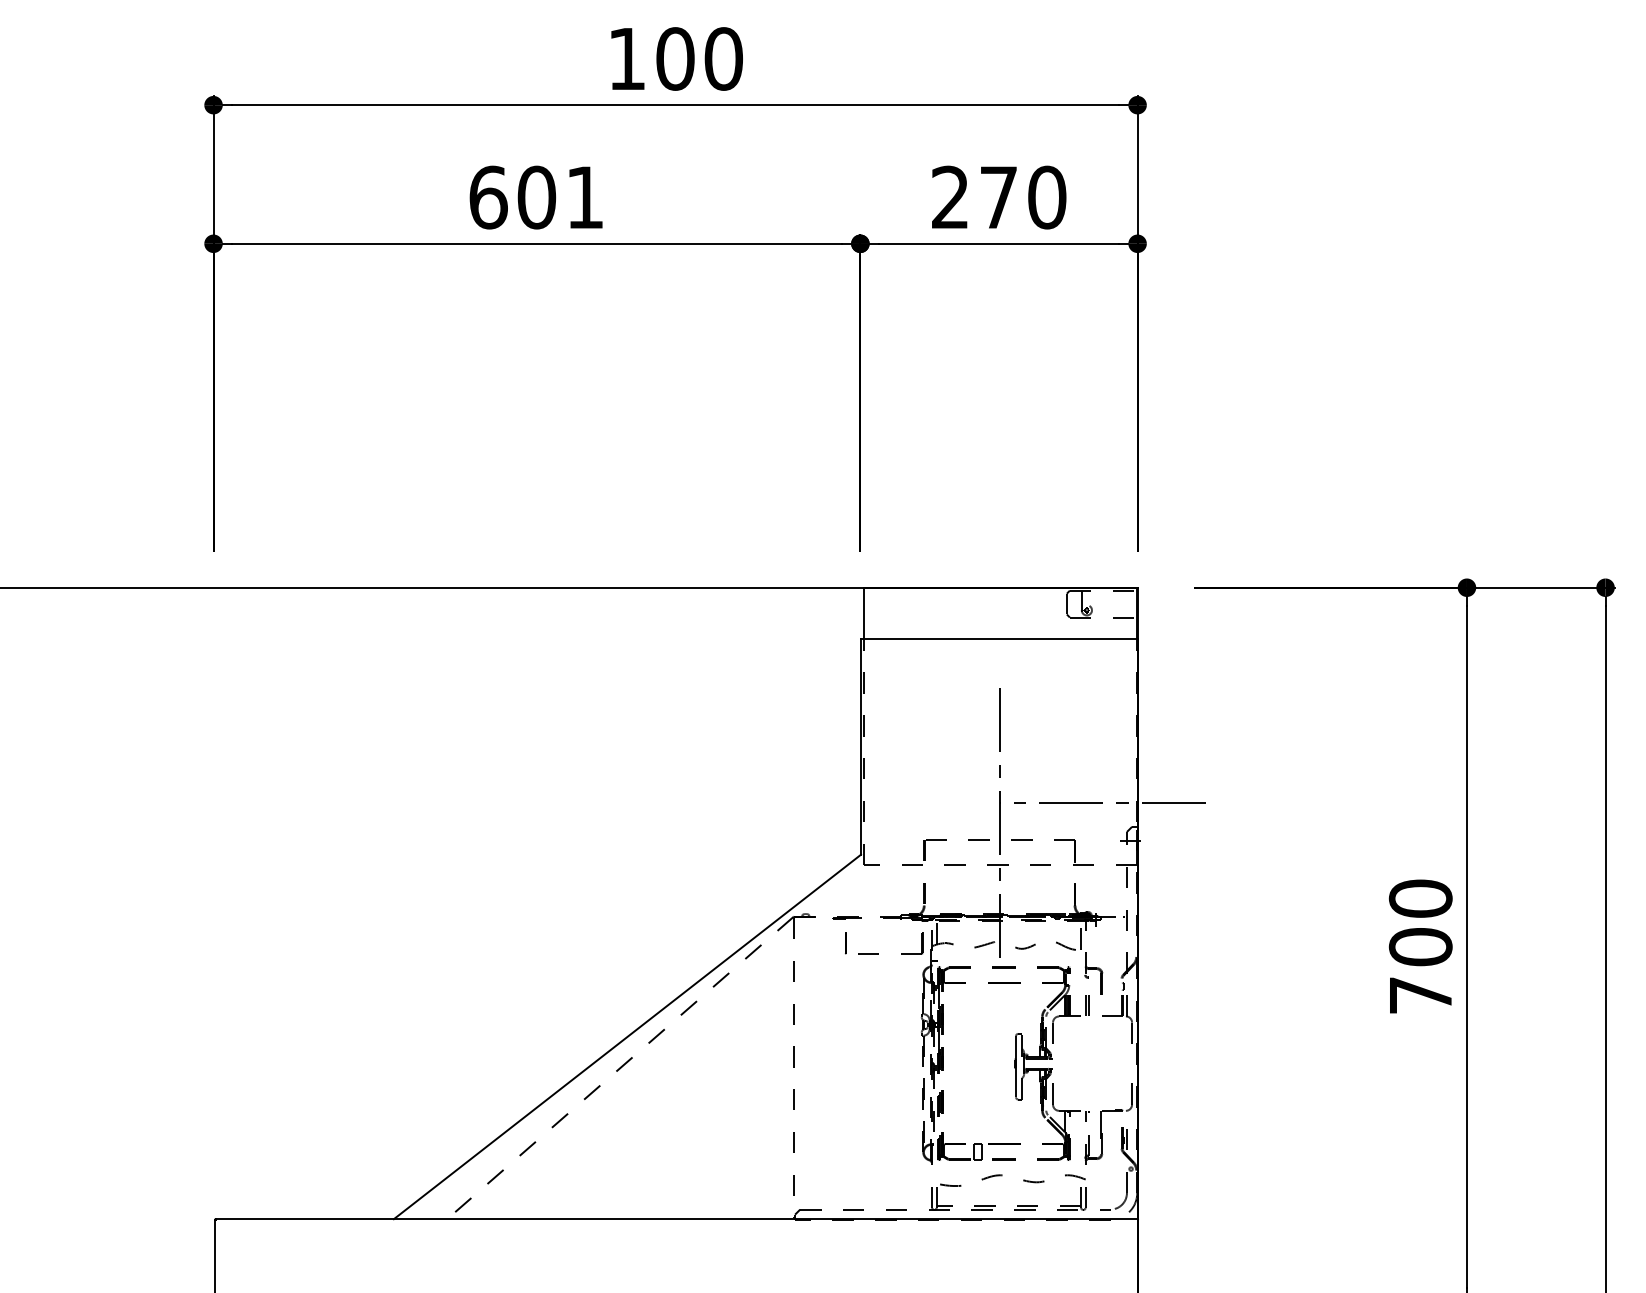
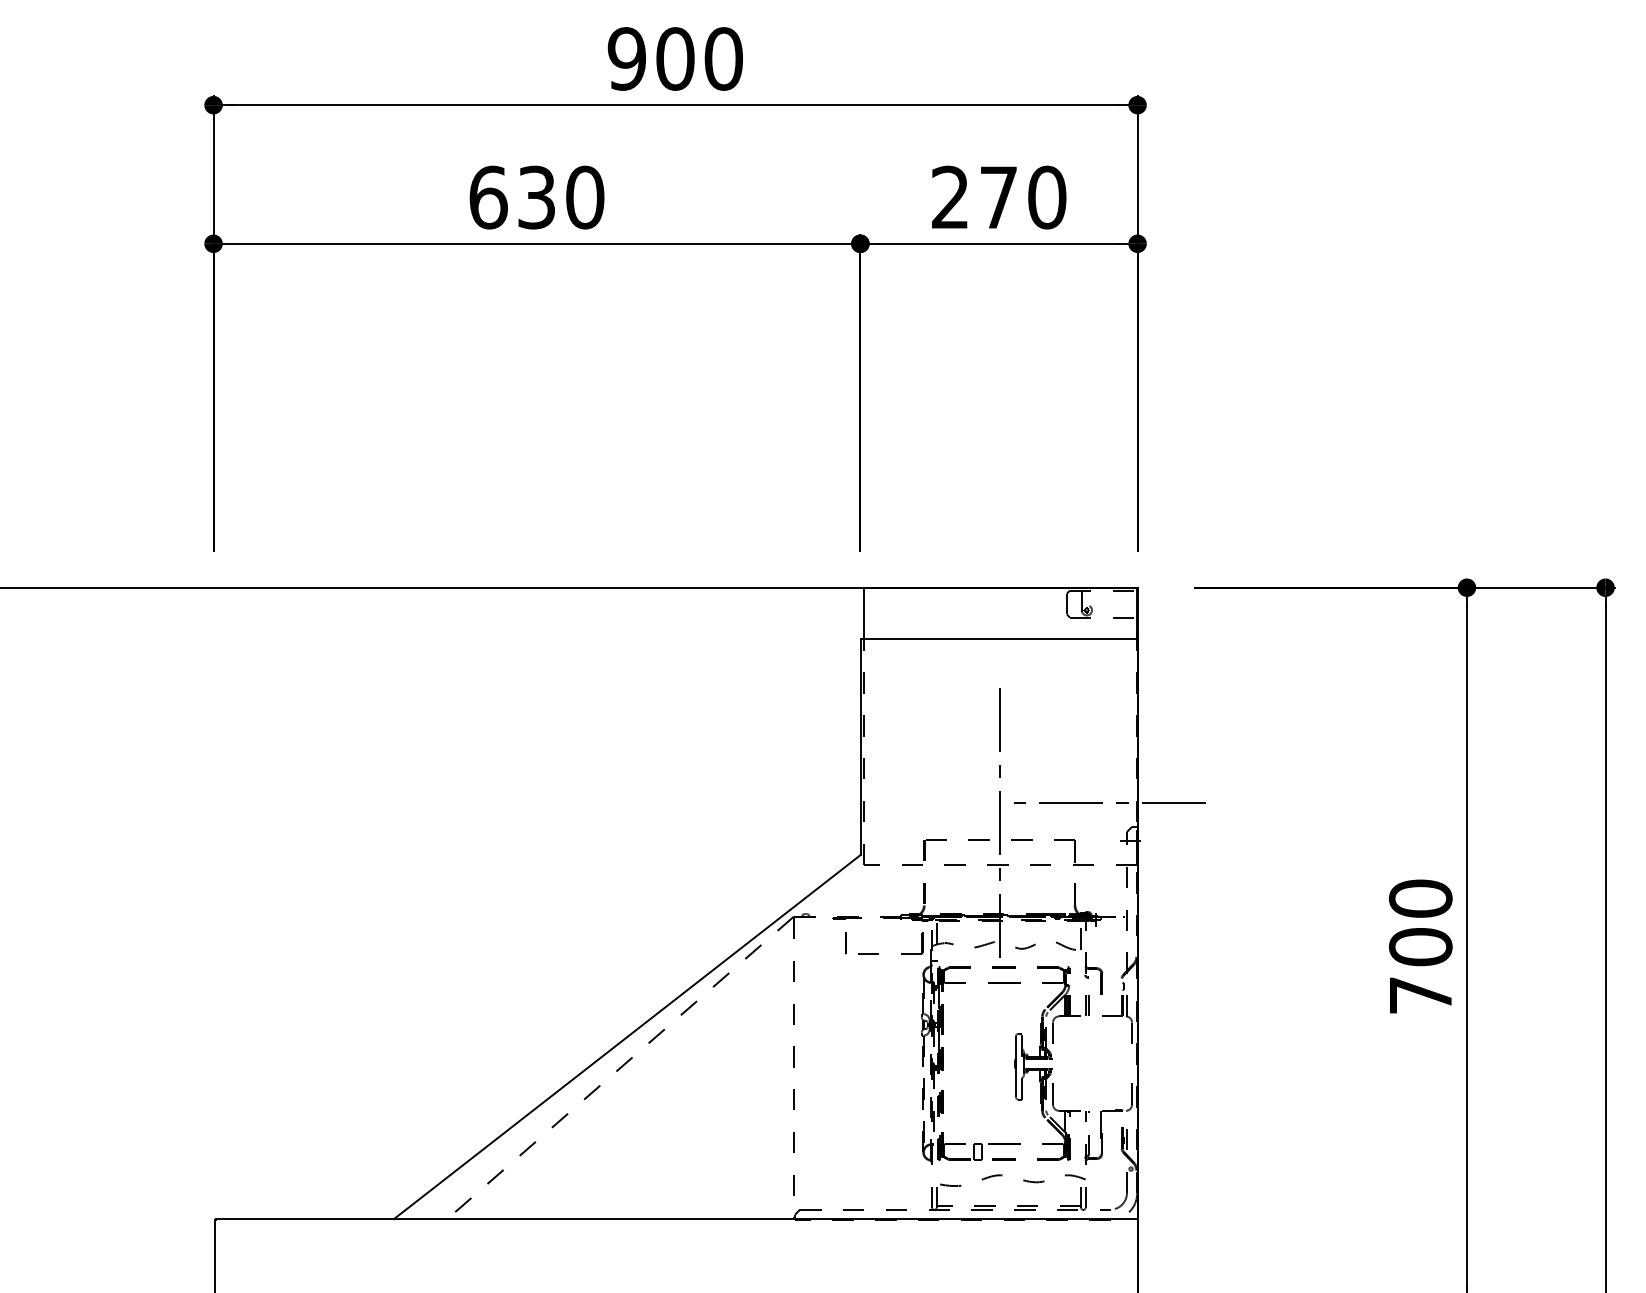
text at (626, 58): 100 -> 900
text at (560, 197): 601 -> 630
